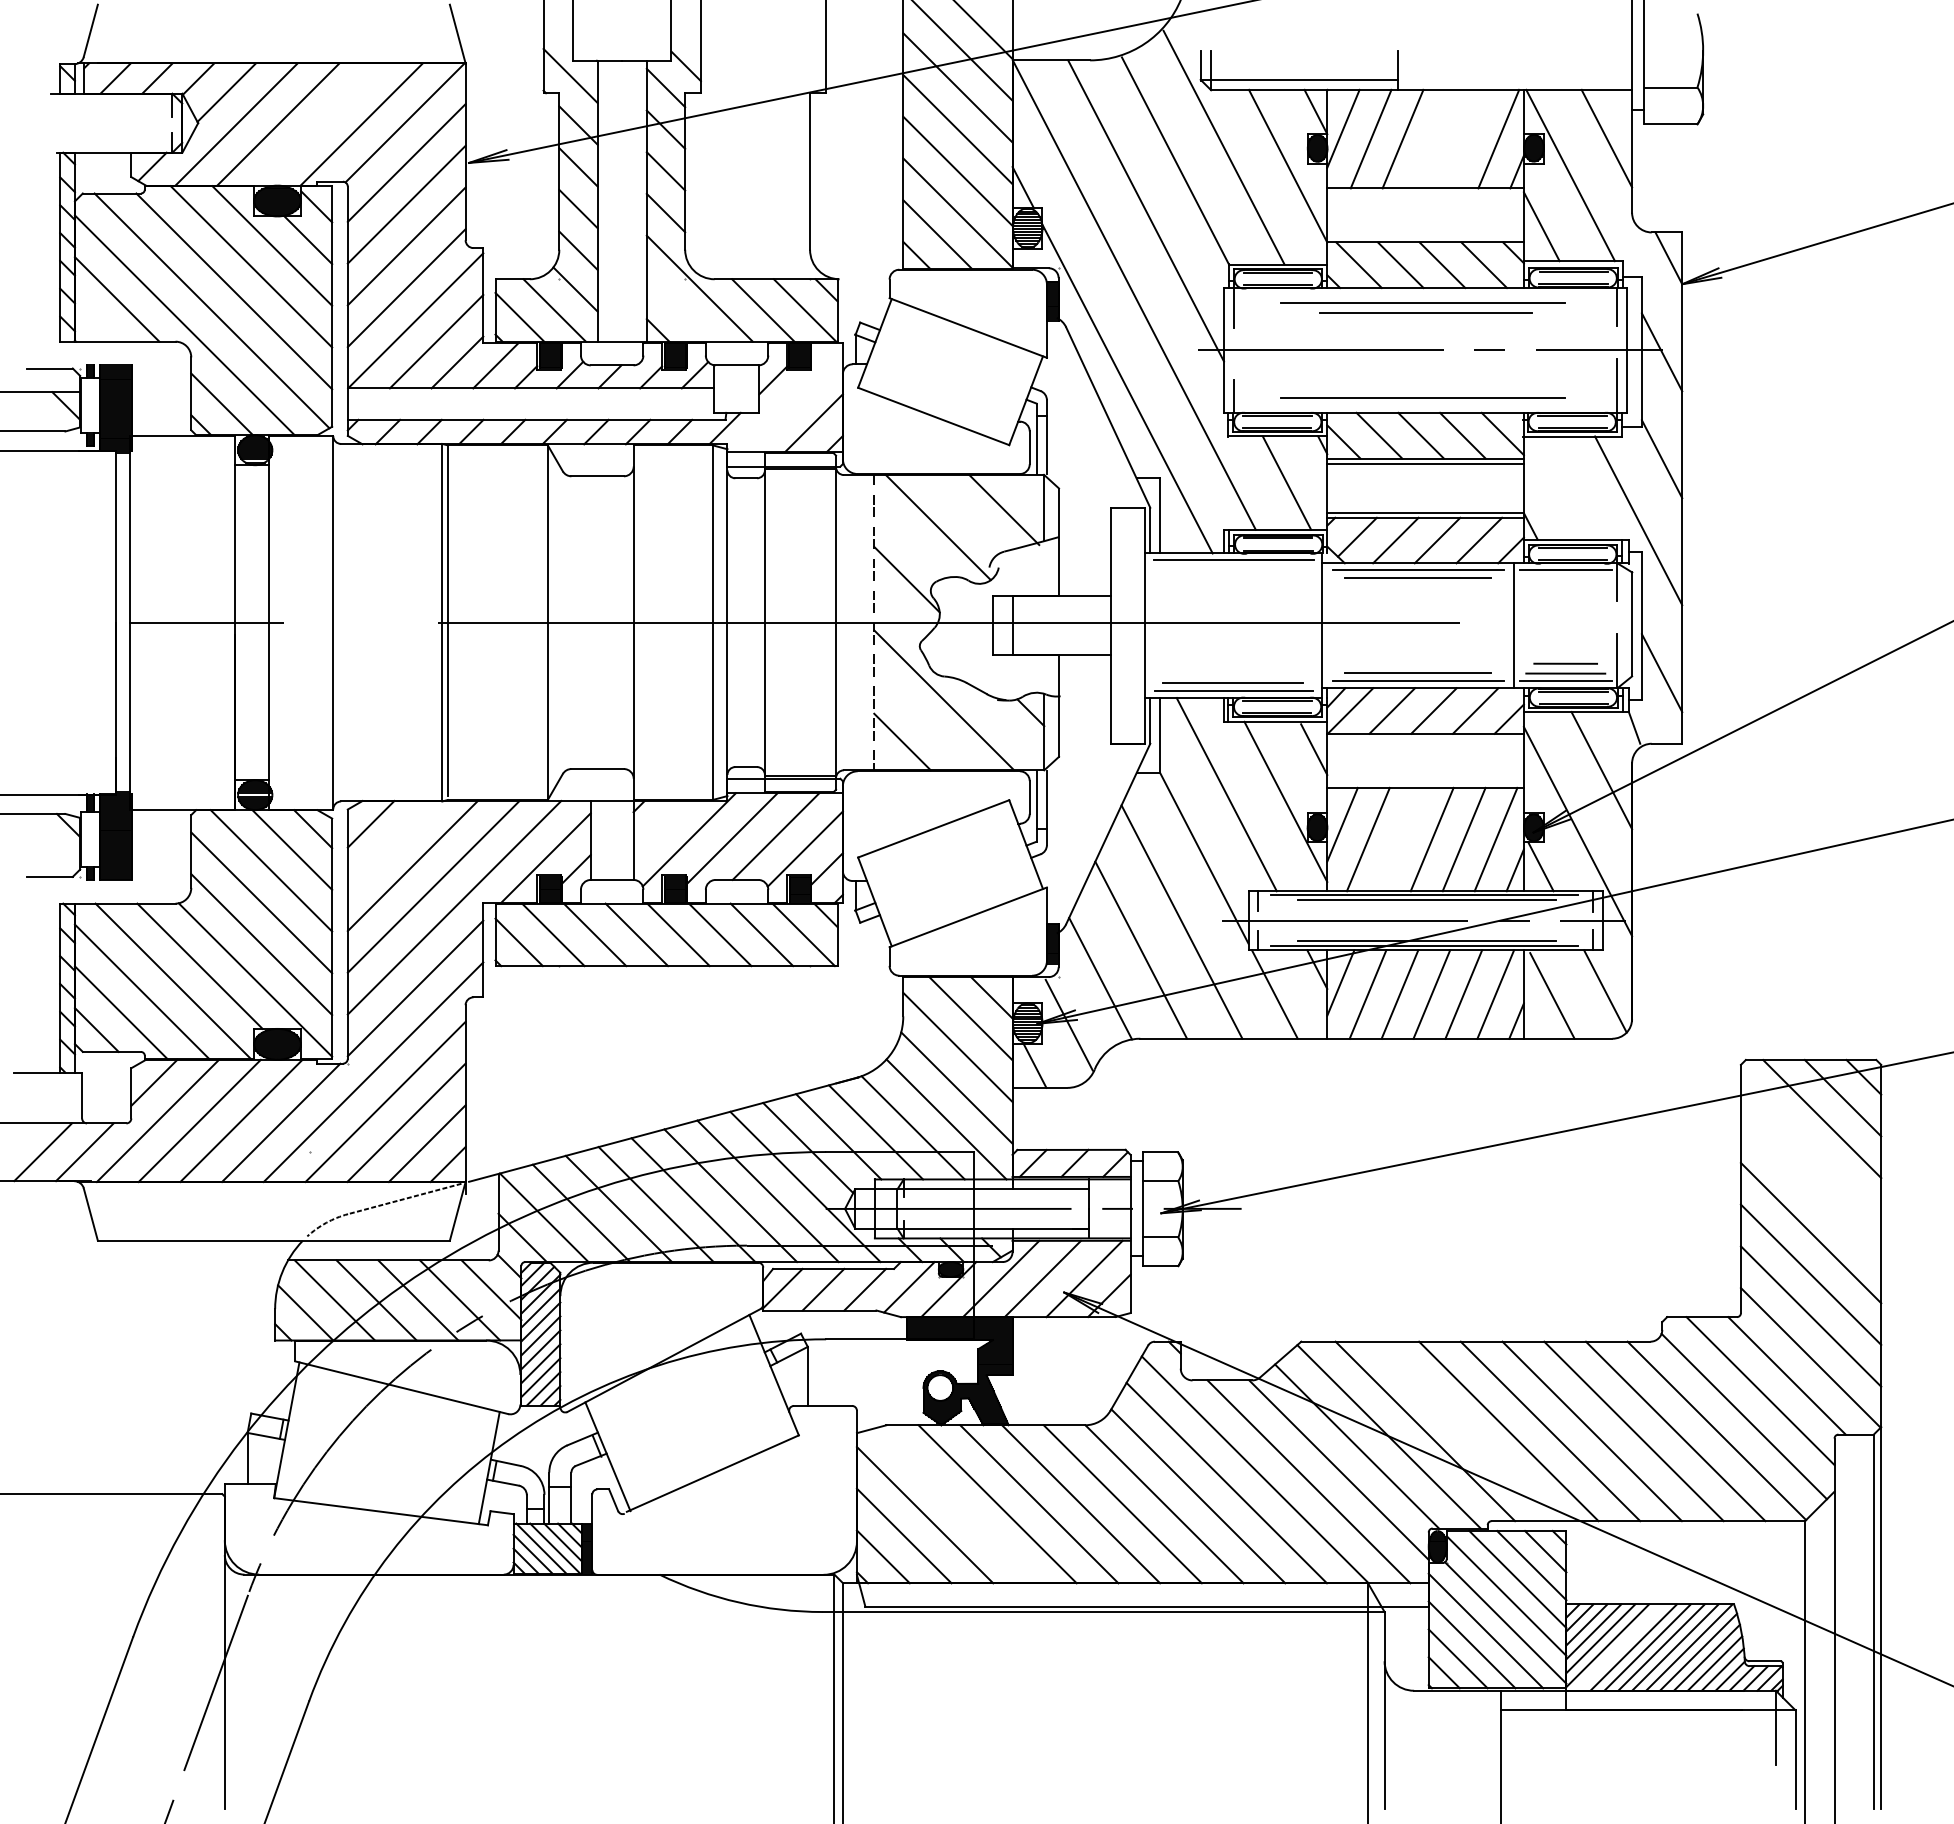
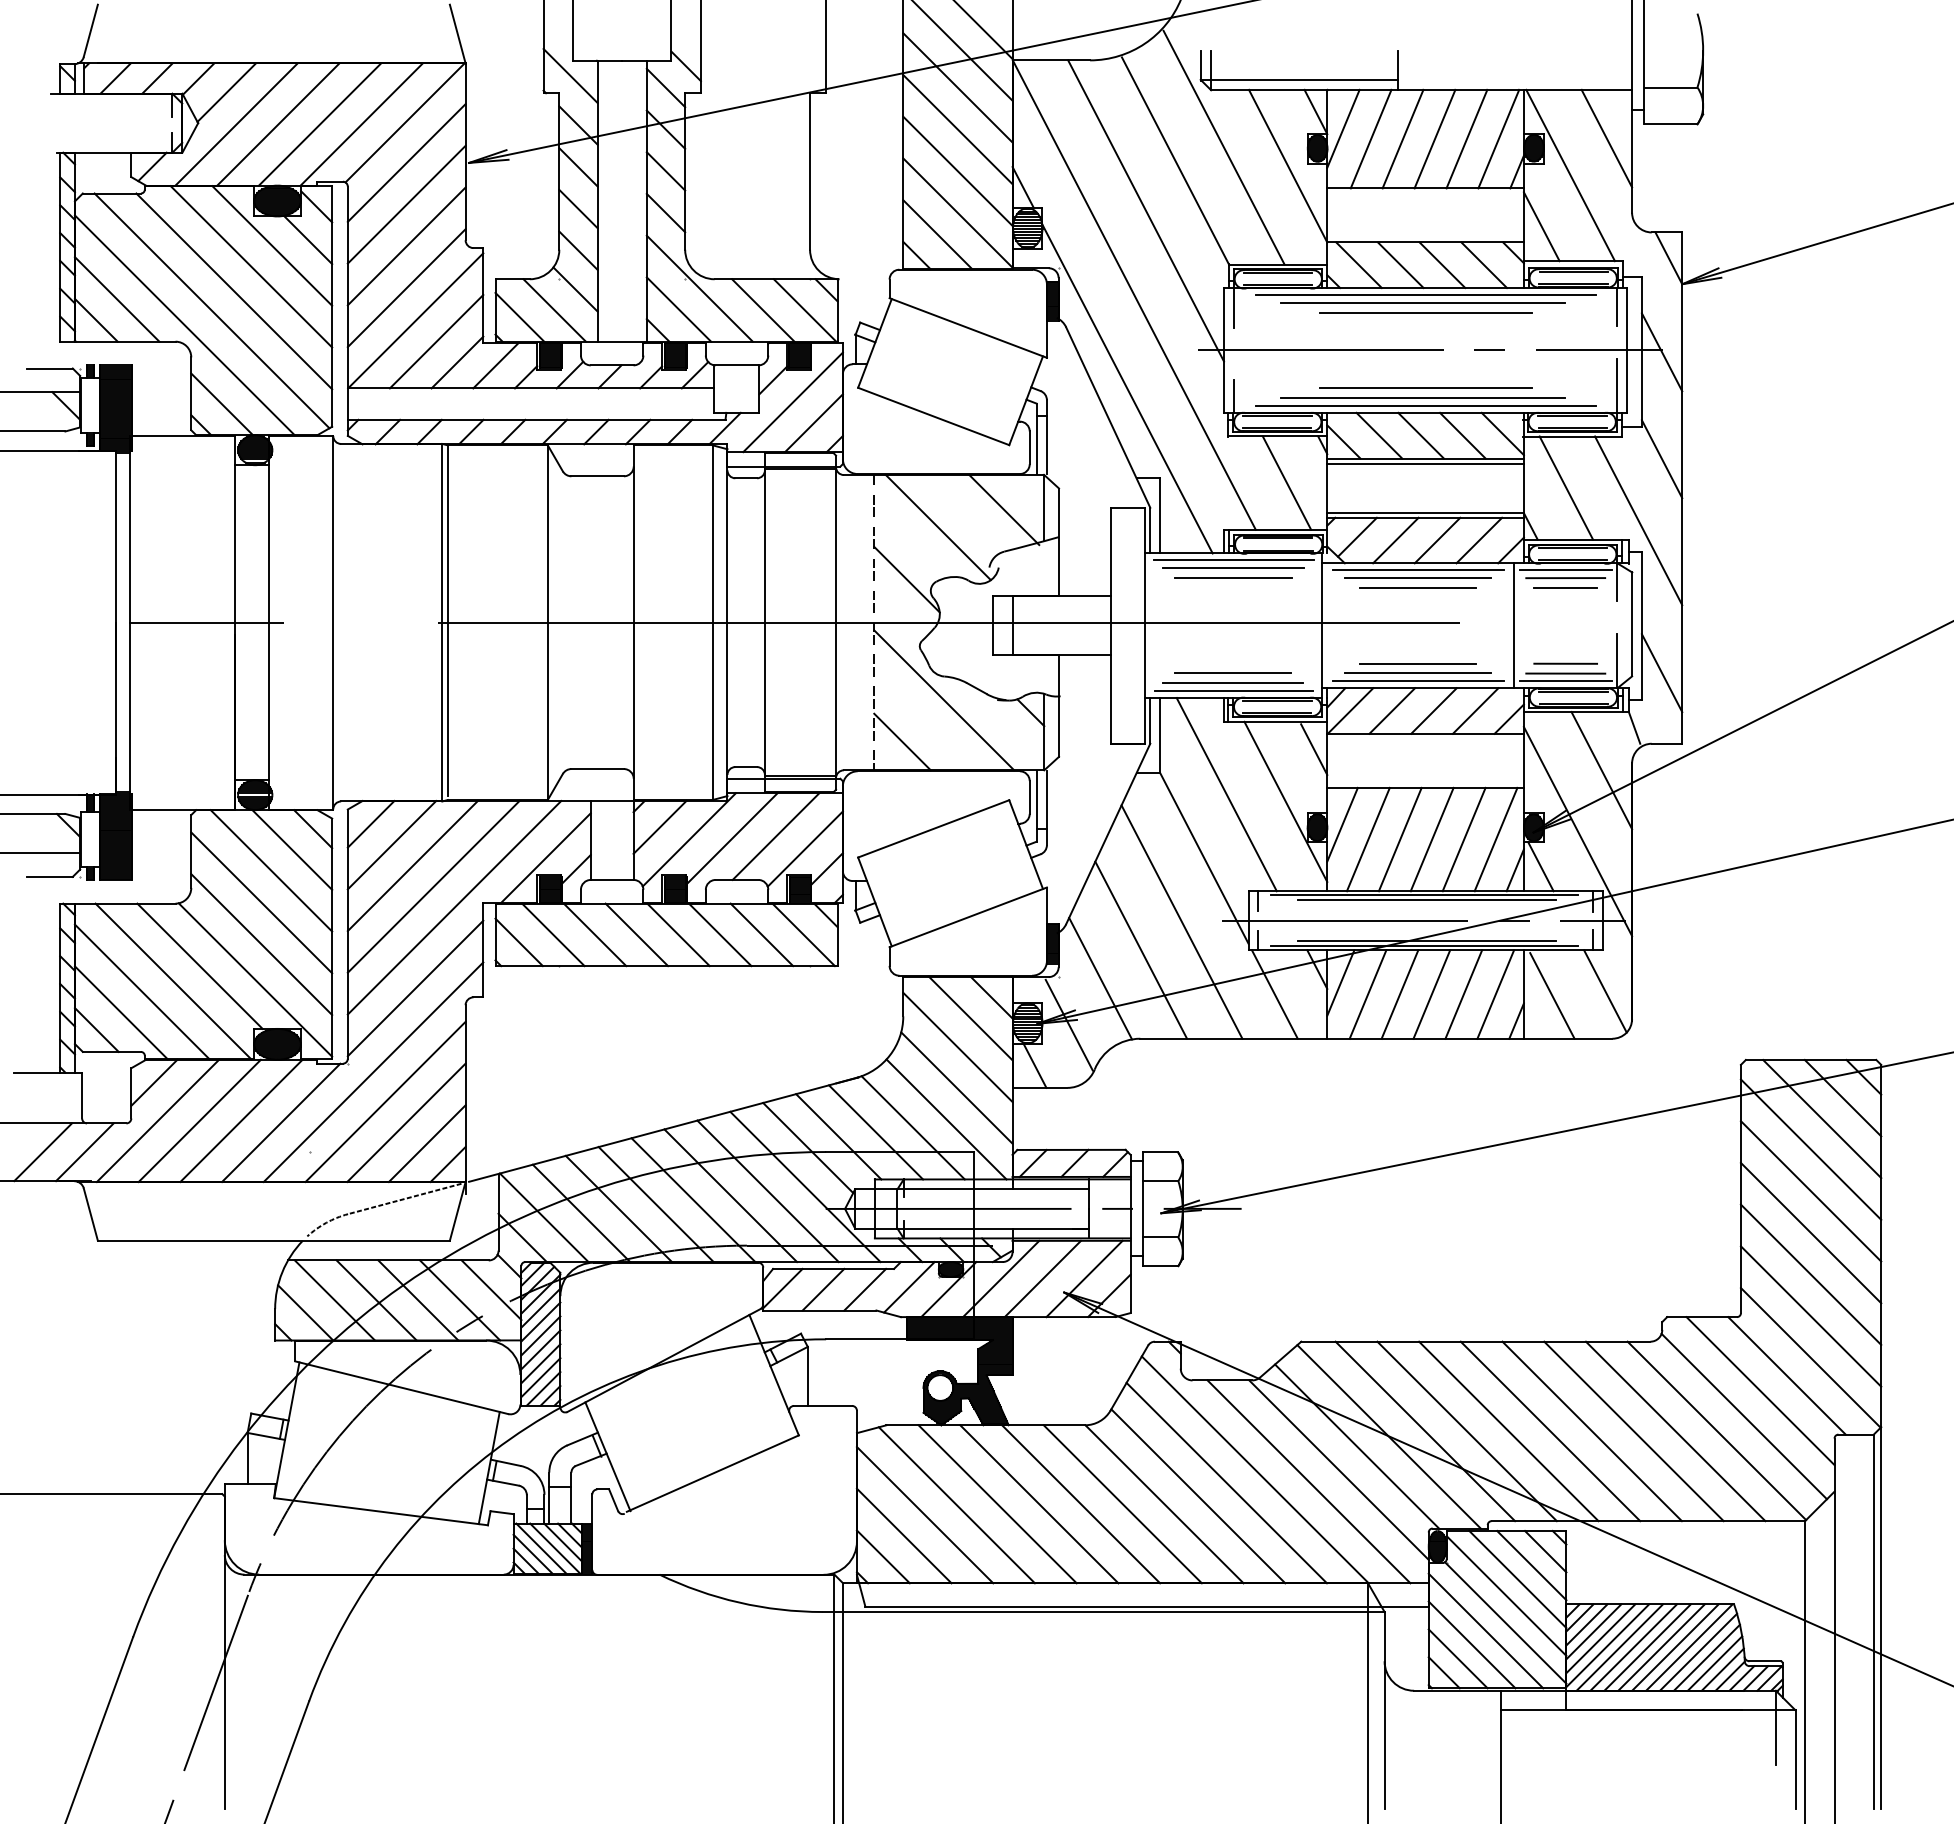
line at (319, 124): none -> present
line at (1434, 138): none -> present
line at (1466, 138): none -> present
line at (1425, 294): none -> present
line at (678, 309): none -> present
line at (95, 319): none -> present
line at (1425, 387): none -> present
line at (792, 402): none -> present
line at (1425, 406): none -> present
line at (1566, 487): none -> present
line at (1233, 568): none -> present
line at (1233, 577): none -> present
line at (1565, 578): none -> present
line at (1418, 587): none -> present
line at (1565, 587): none -> present
line at (1417, 663): none -> present
line at (1233, 673): none -> present
line at (659, 826): none -> present
line at (1399, 839): none -> present
line at (391, 844): none -> present
line at (41, 853): none -> present
line at (1810, 1149): none -> present
line at (1810, 1191): none -> present
line at (1466, 1431): none -> present
line at (956, 1505): none -> present
line at (1619, 1647): none -> present
